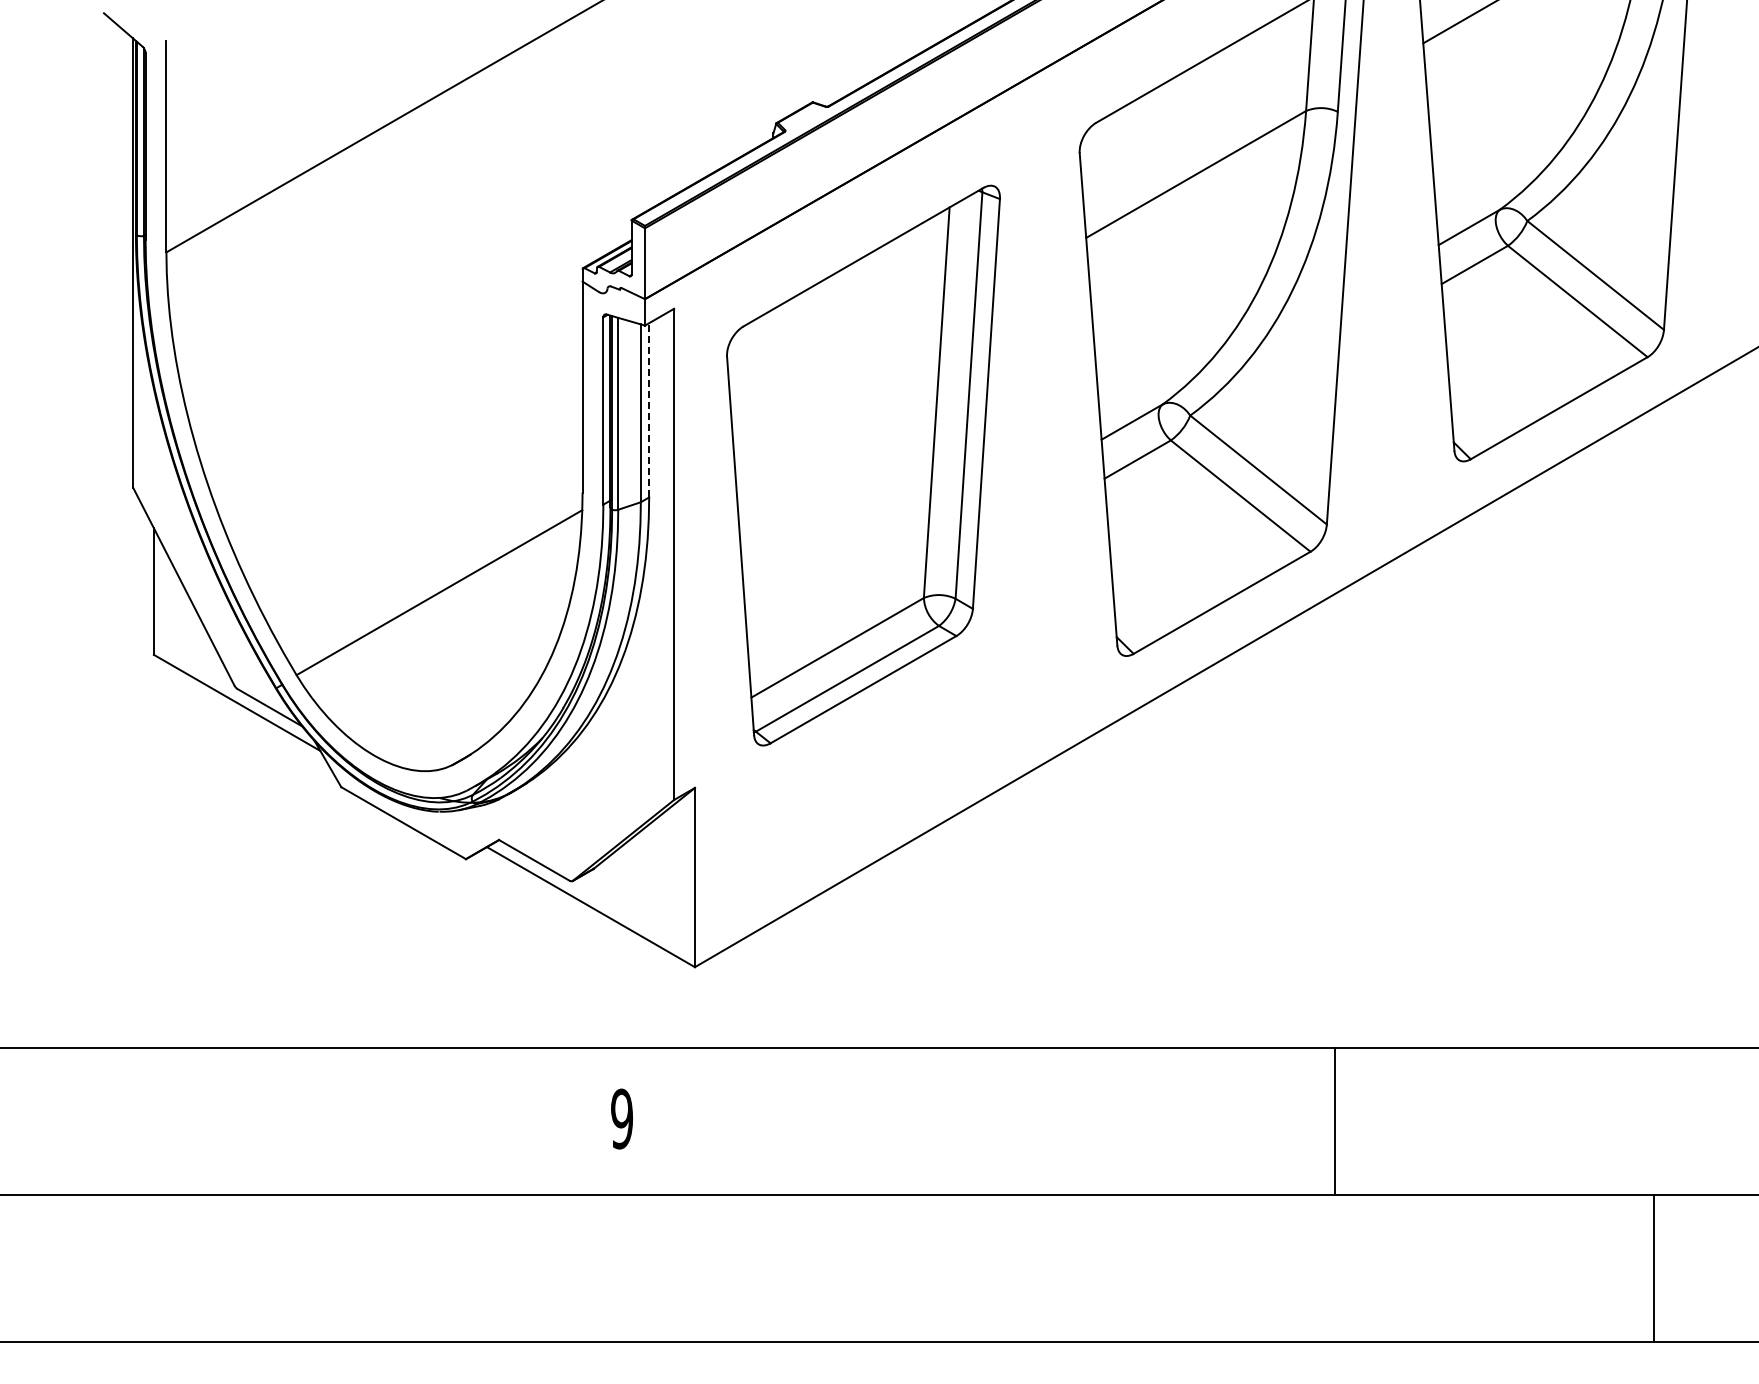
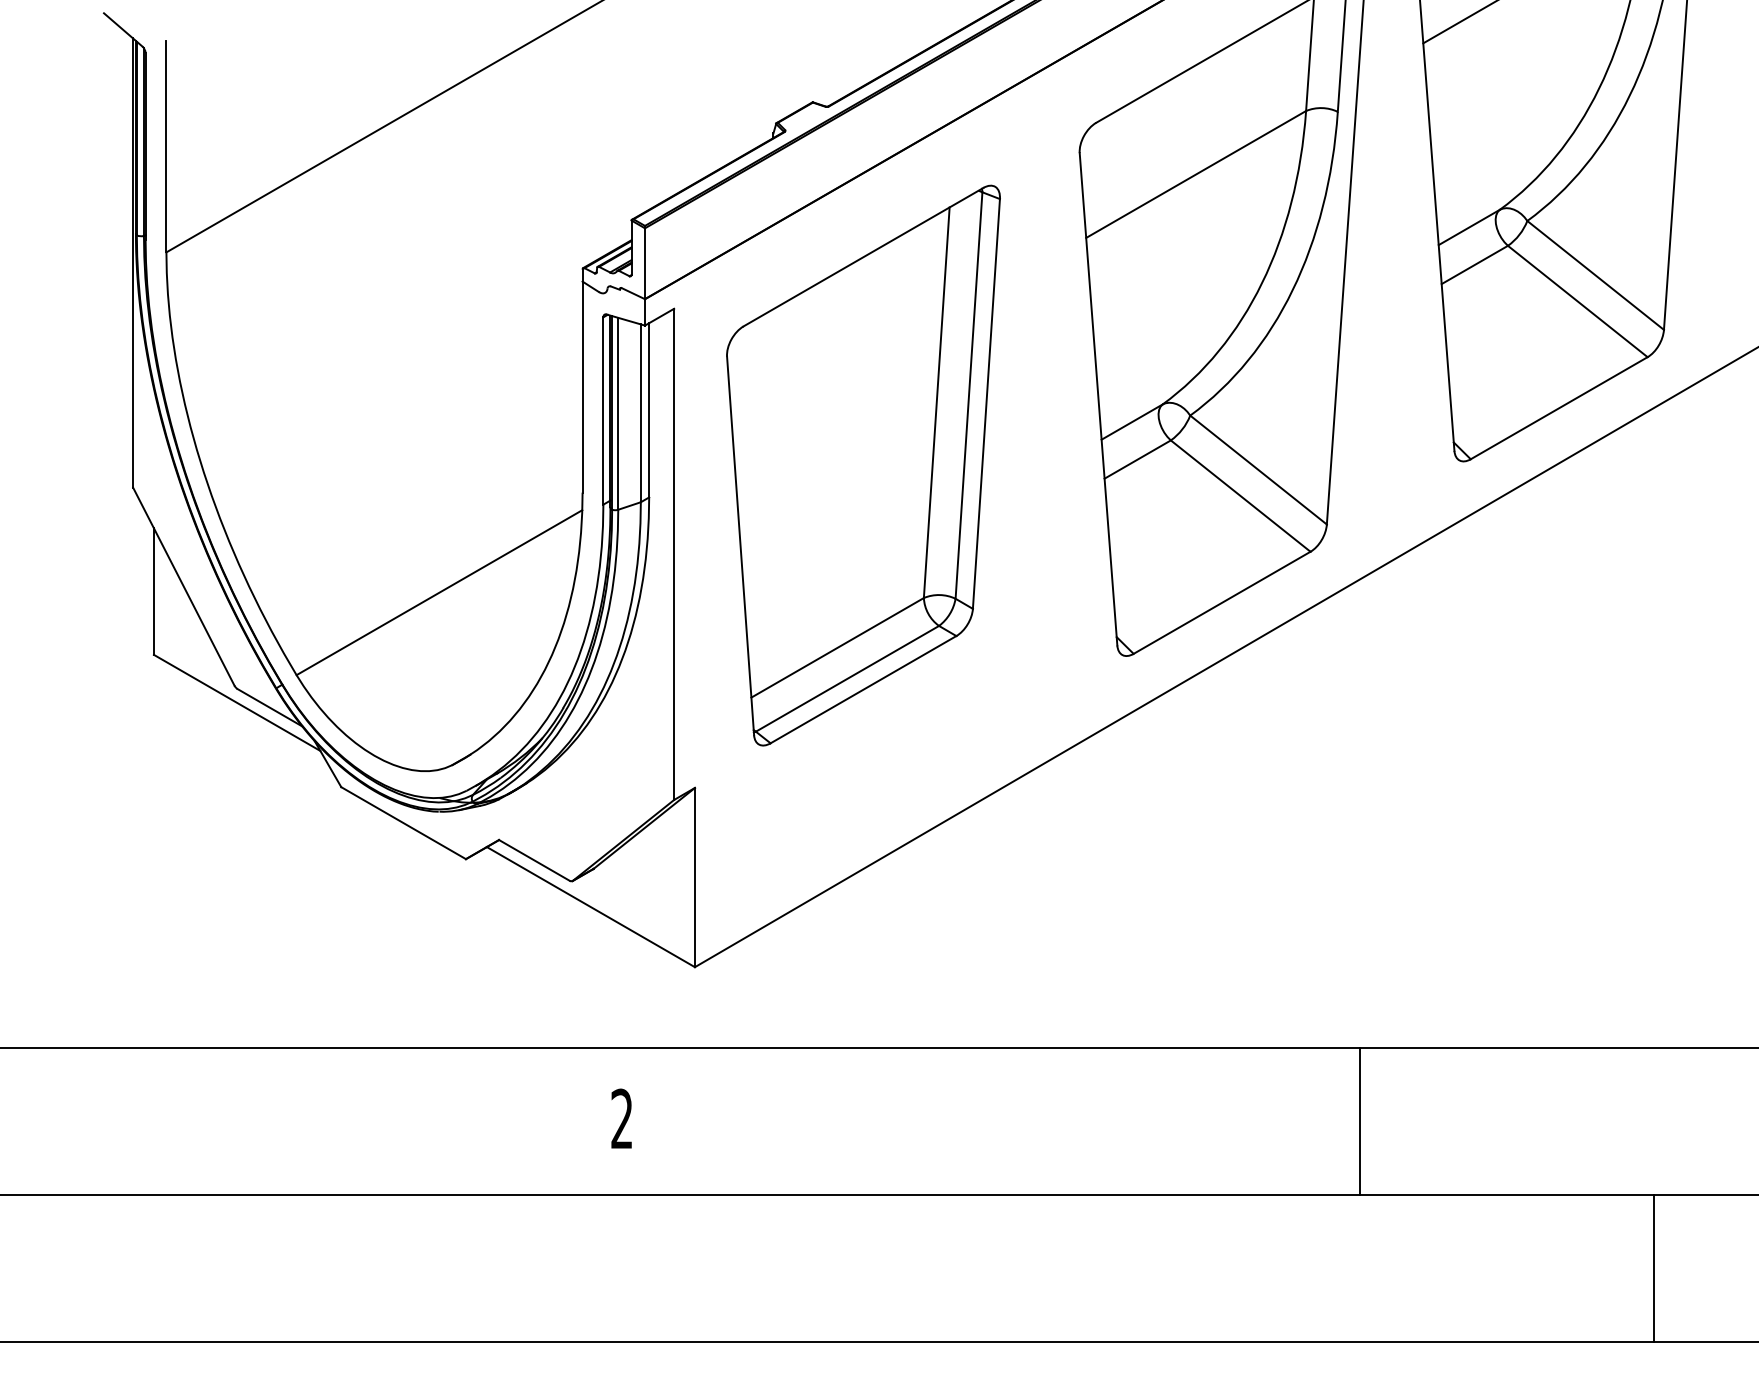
line at (649, 409): dashed -> solid
text at (621, 1118): 9 -> 2
line at (1334, 1121) position: (1334, 1121) -> (1359, 1121)
